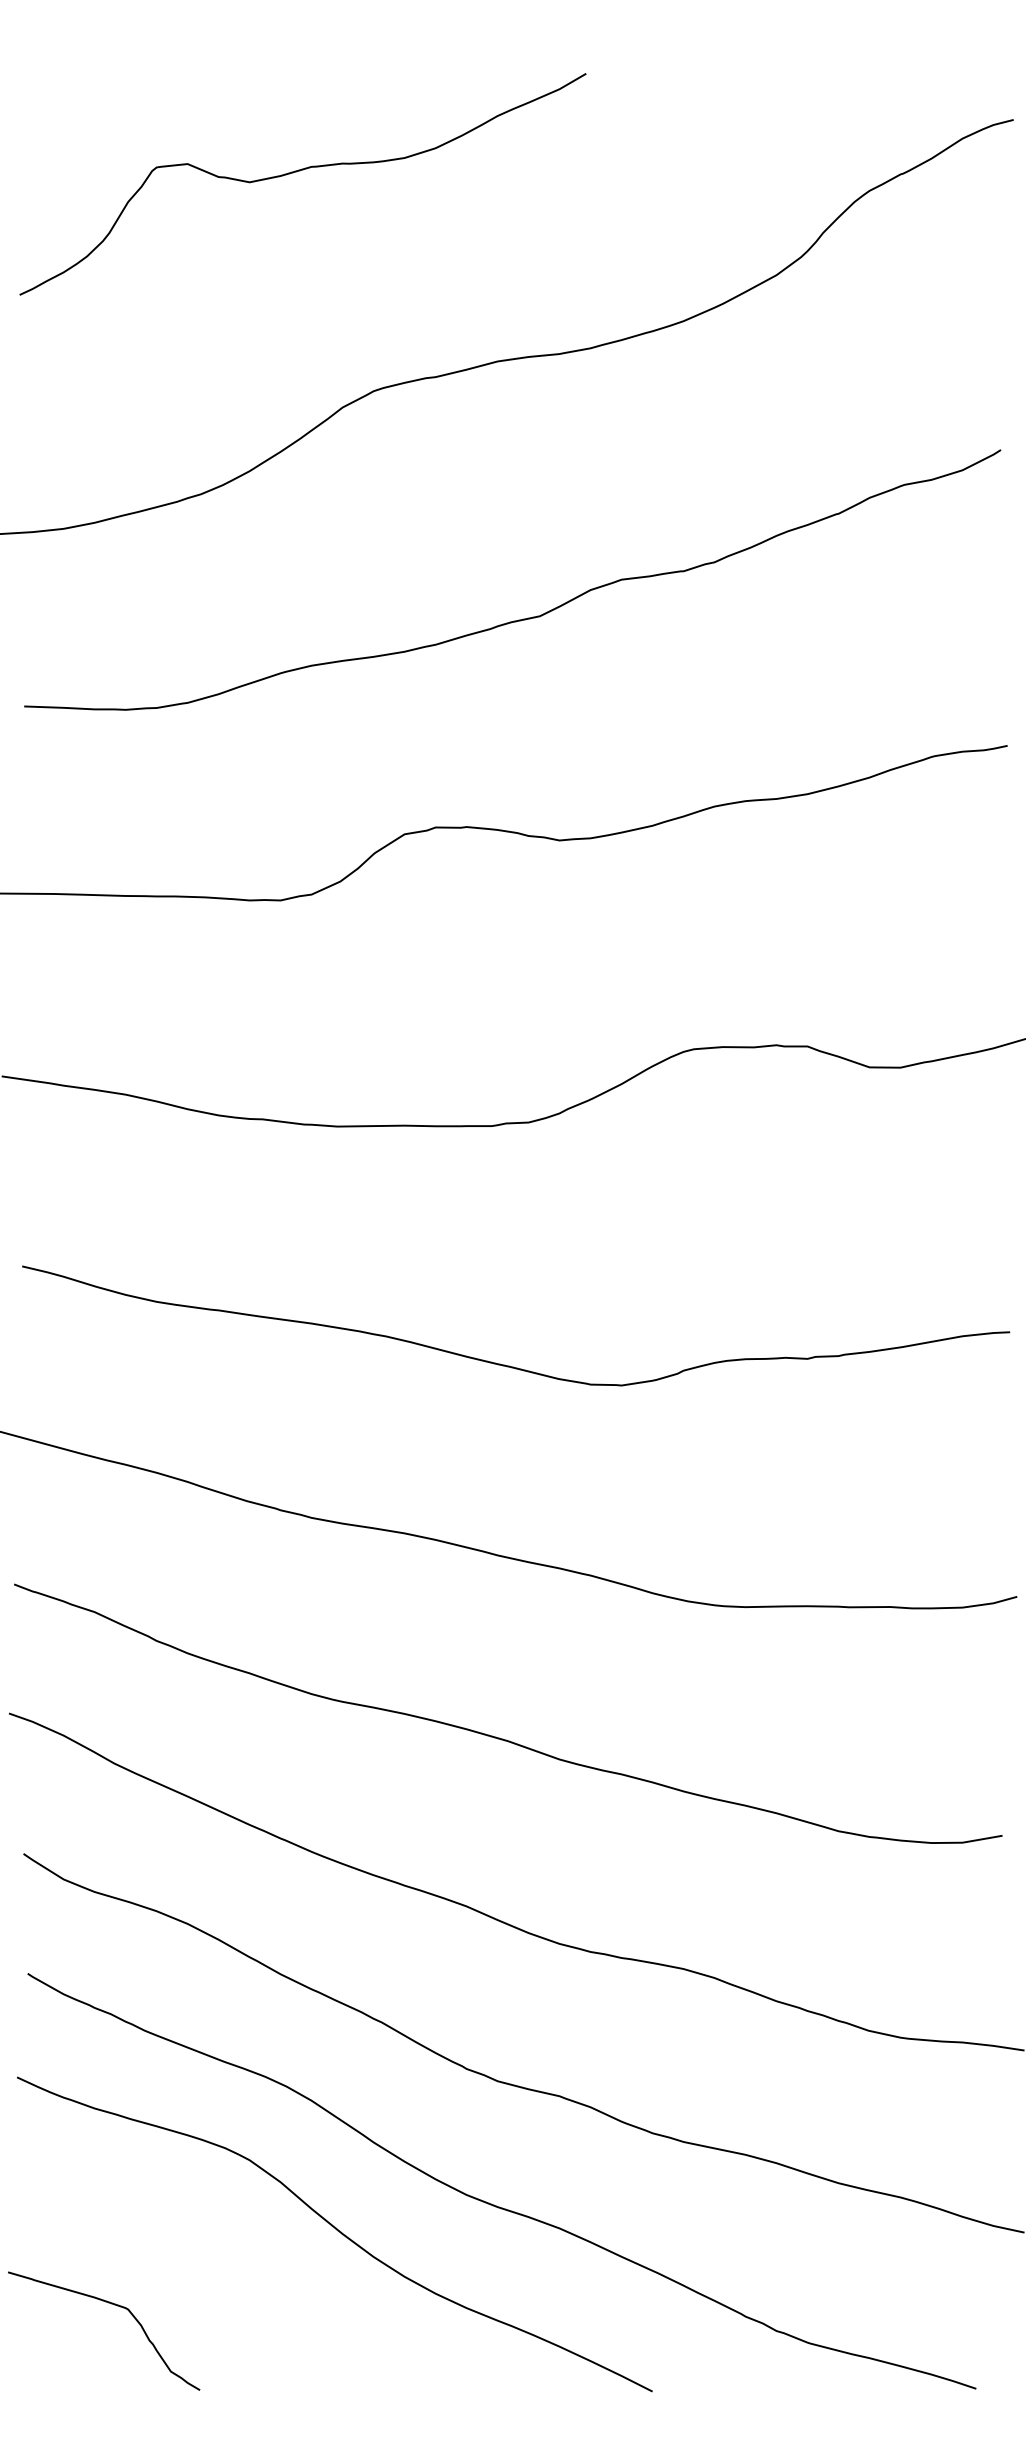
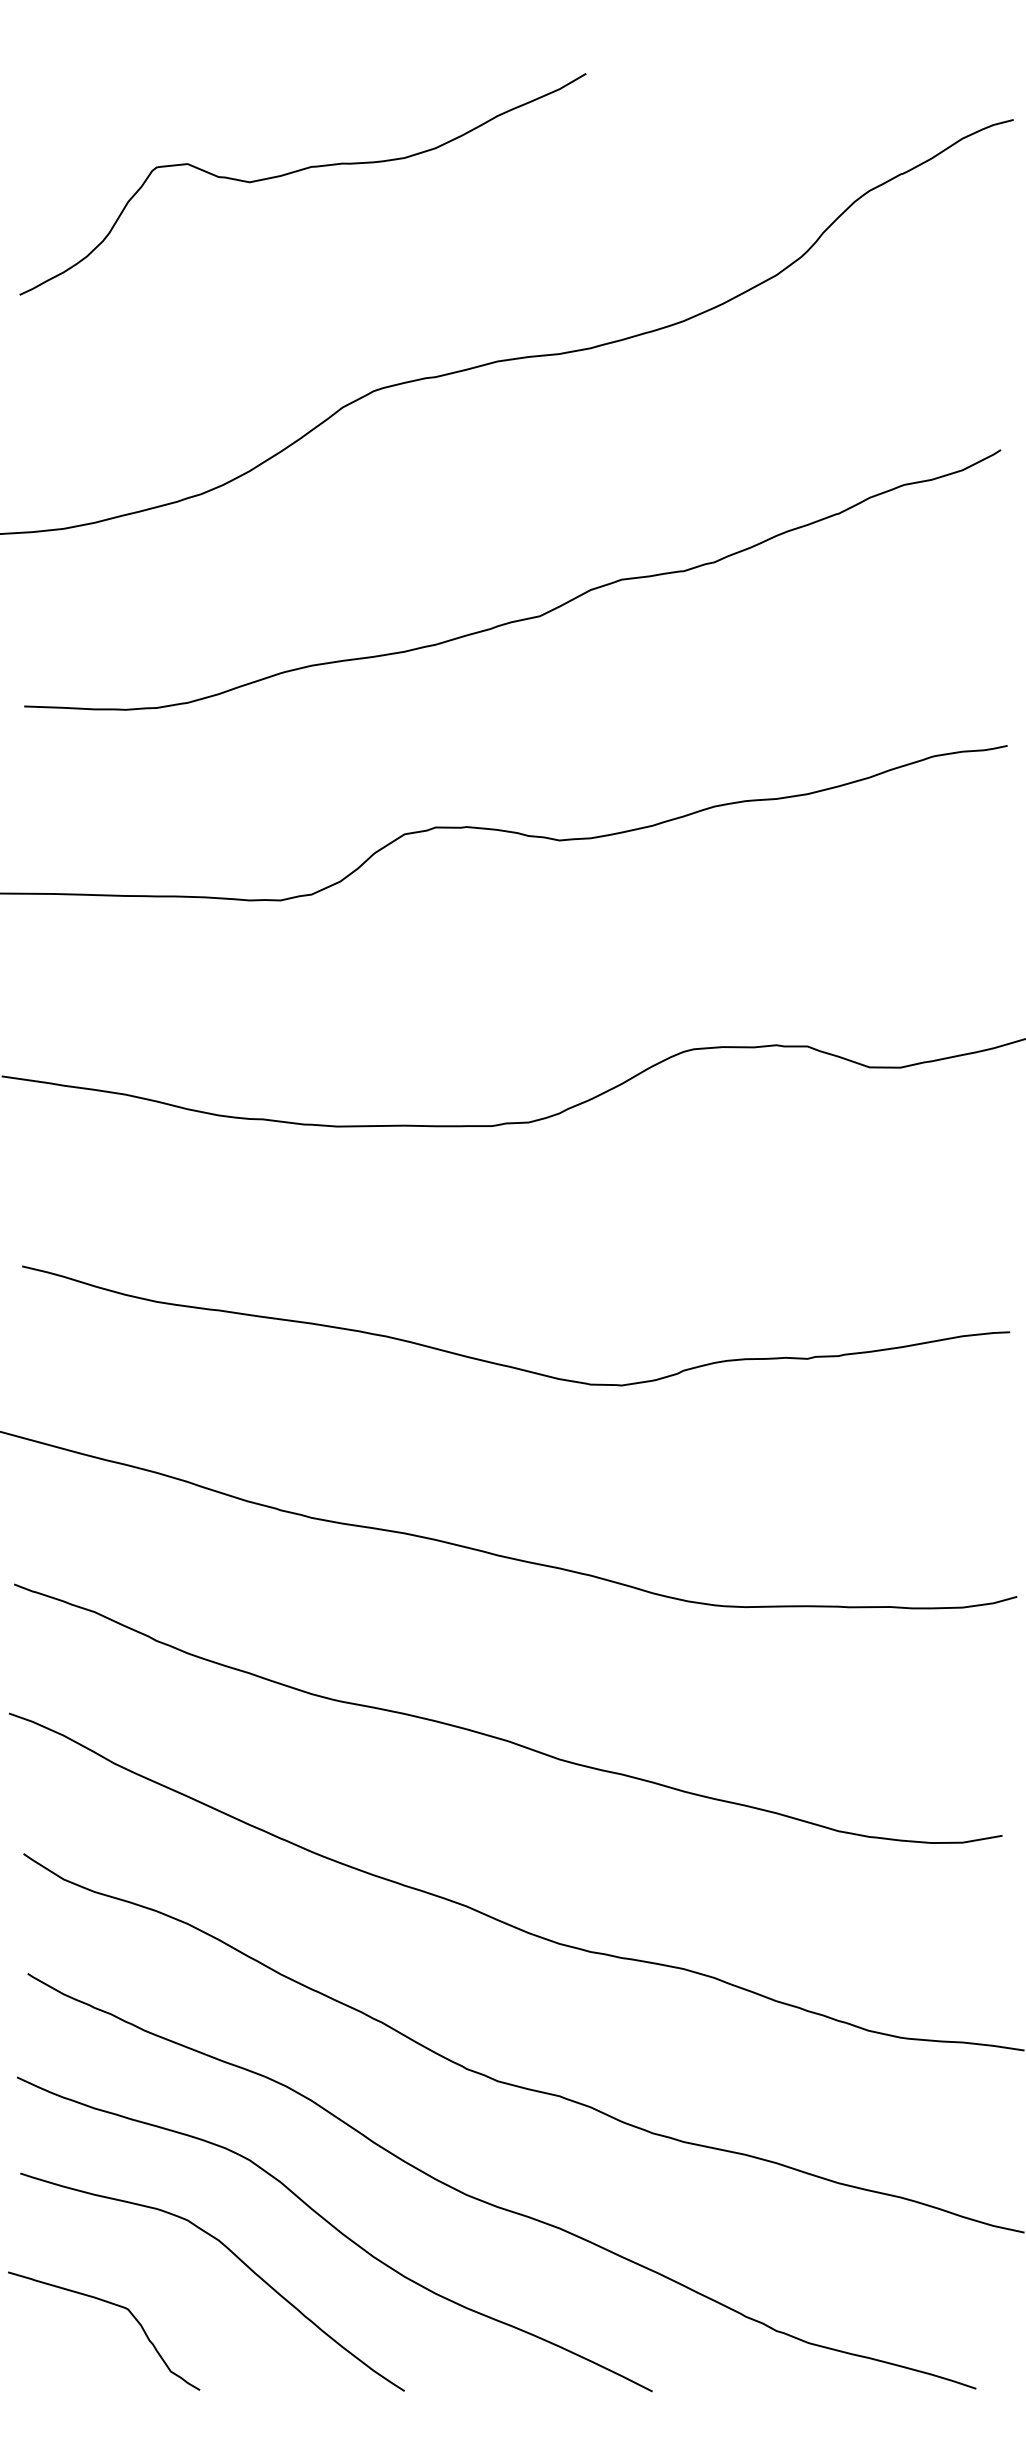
curve at (236, 2257): none -> present
